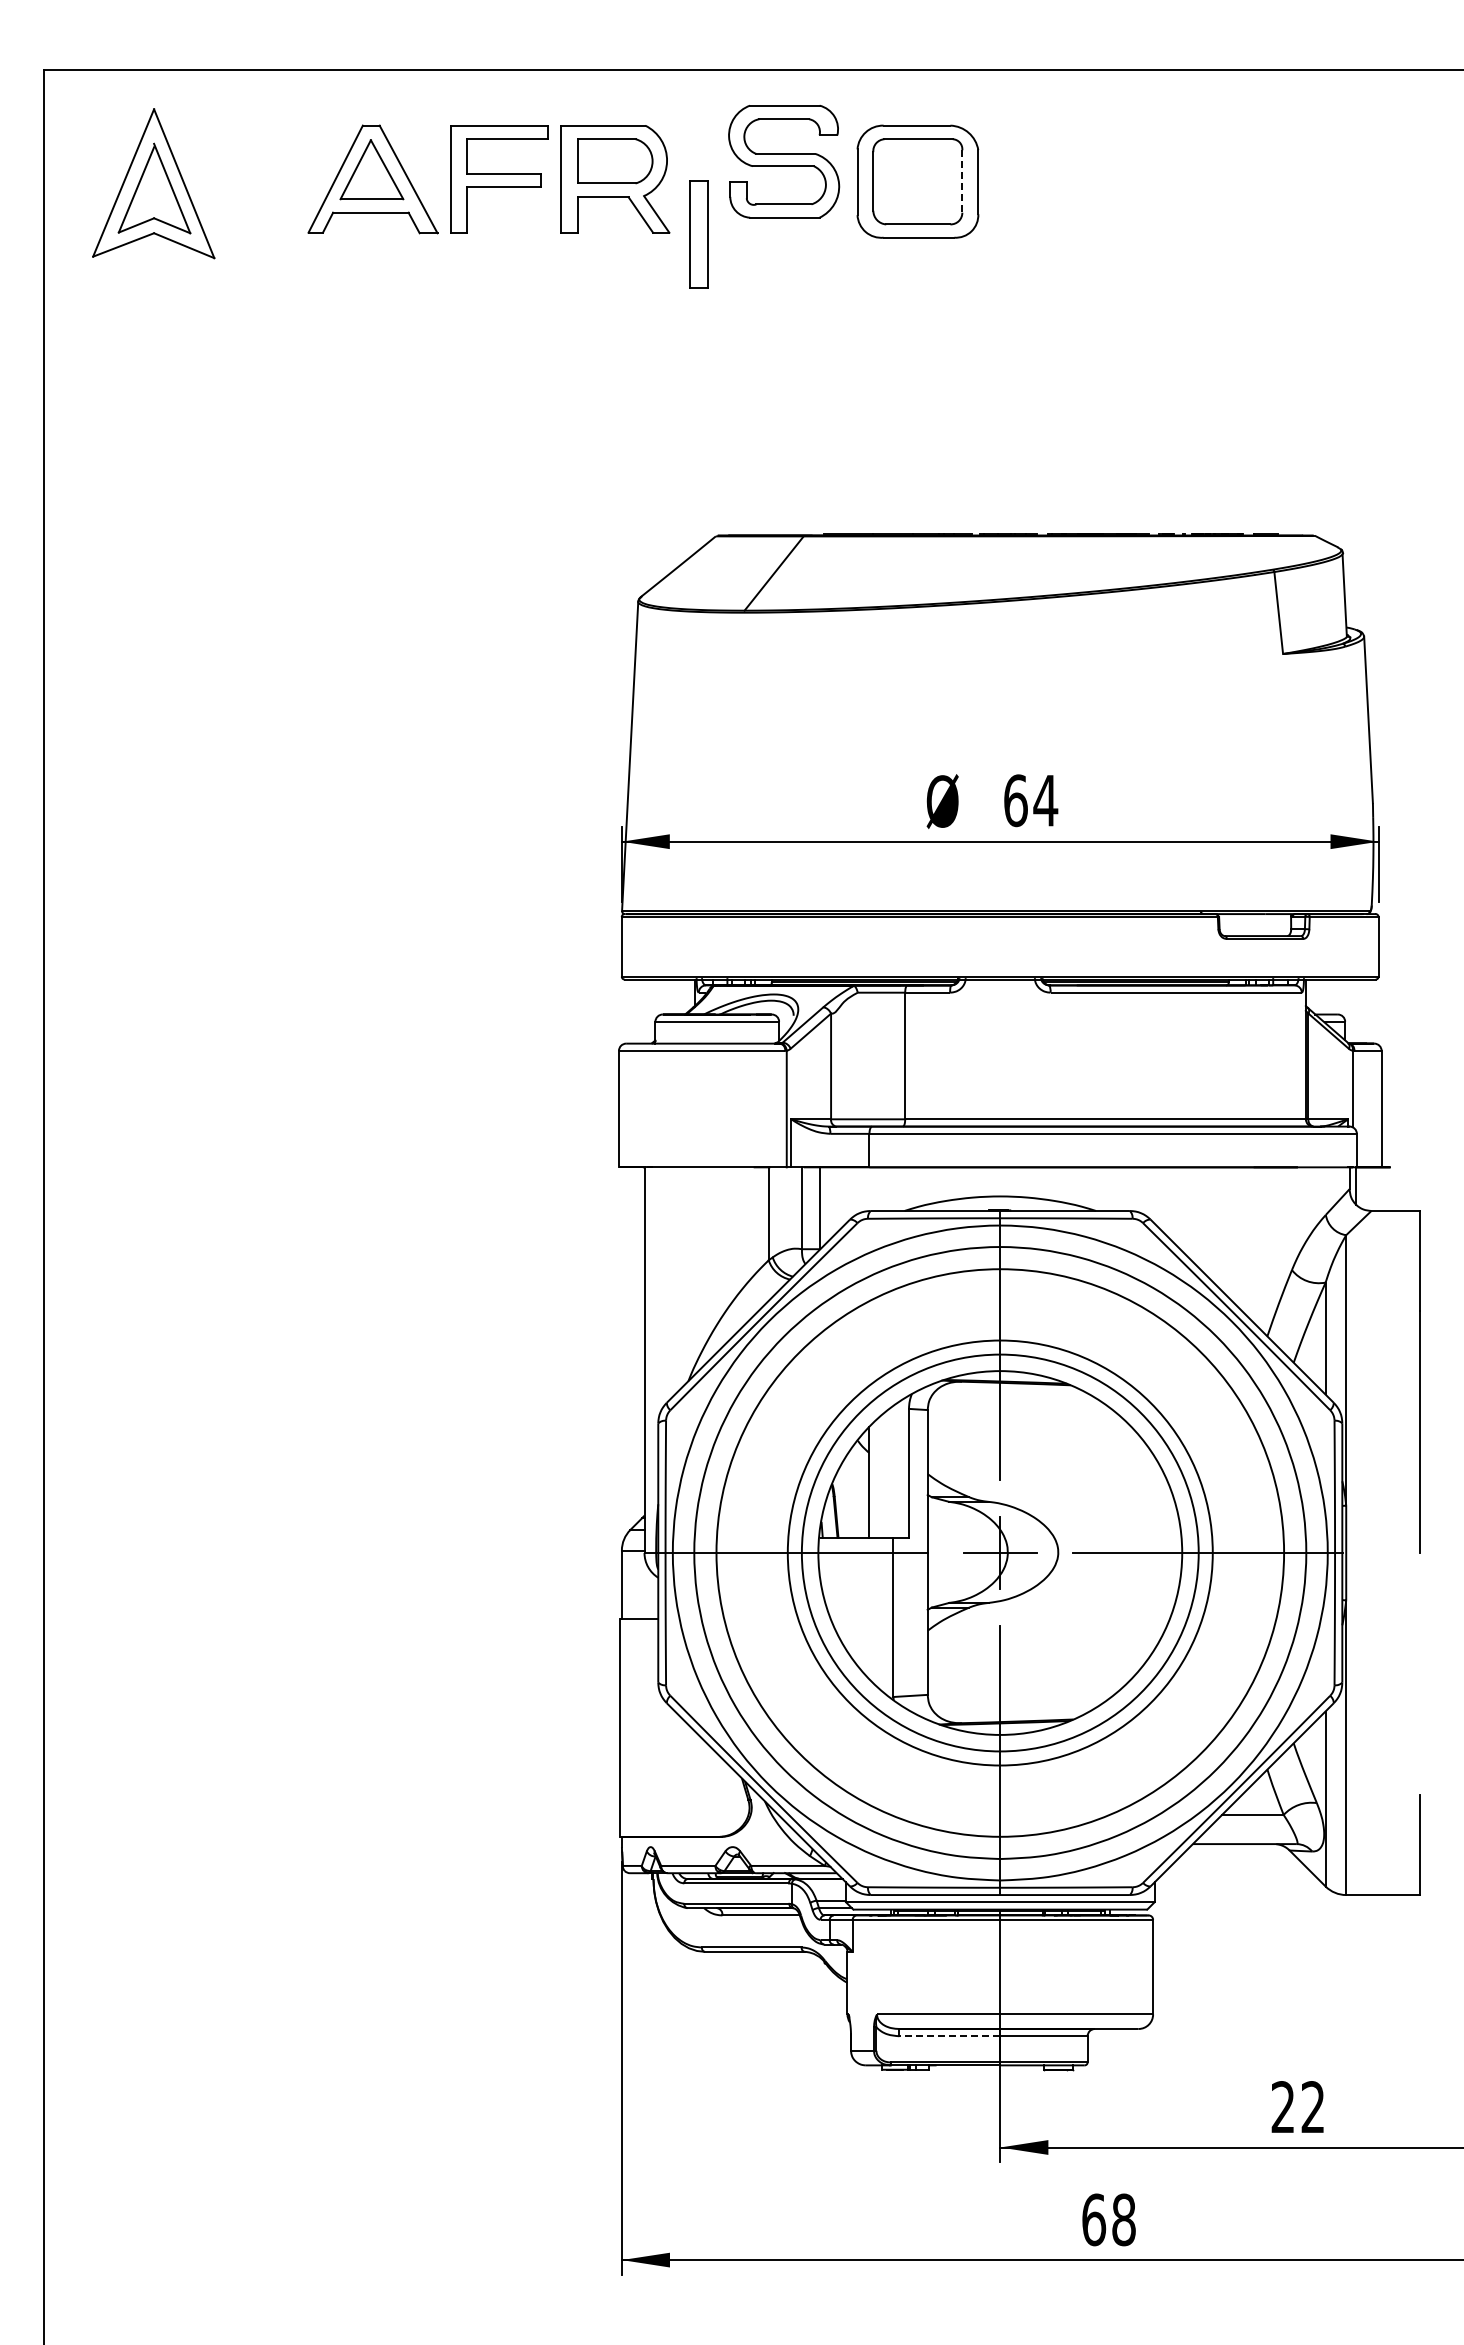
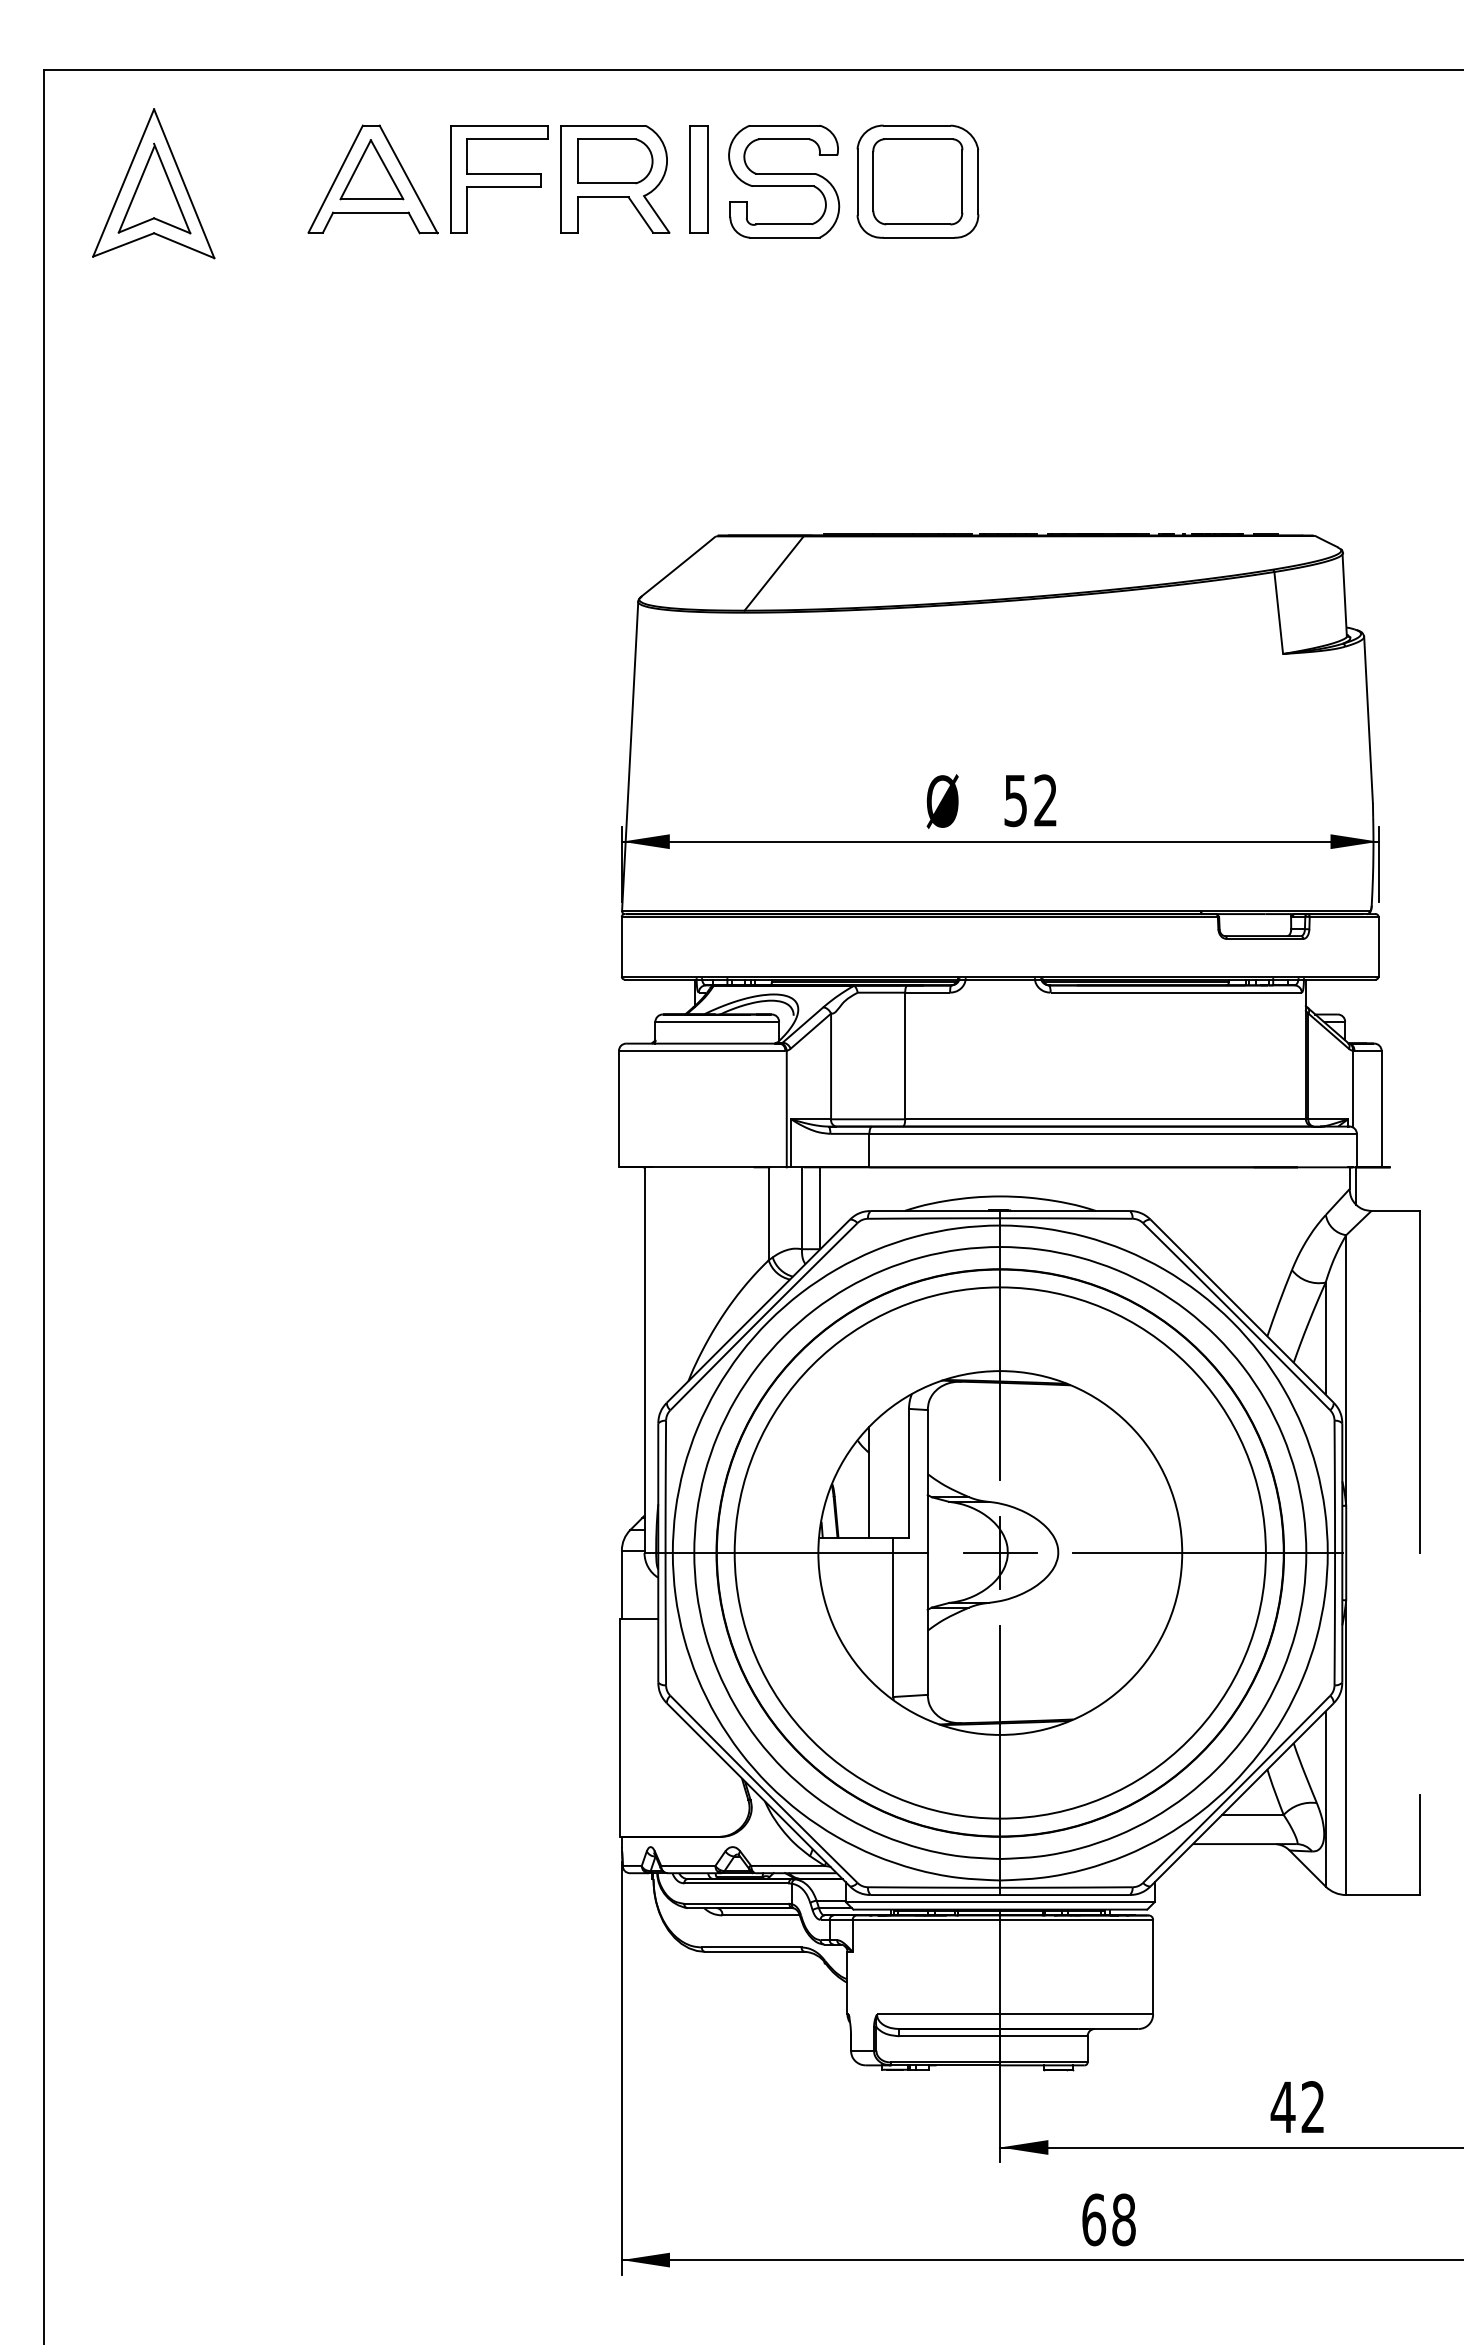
part at (784, 161) position: (784, 161) -> (784, 181)
line at (962, 181): dashed -> solid
part at (698, 234) position: (698, 234) -> (698, 179)
text at (1031, 800): 64 -> 52
circle at (999, 1552) diameter: 397 px -> 567 px
circle at (999, 1552) diameter: 425 px -> 531 px
line at (949, 2036): dashed -> solid
text at (1282, 2106): 22 -> 42
